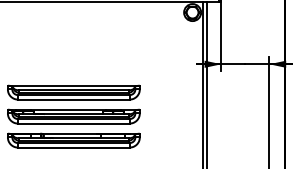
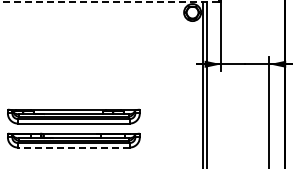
line at (109, 1): solid -> dashed
part at (73, 92): present -> none
line at (73, 147): solid -> dashed
